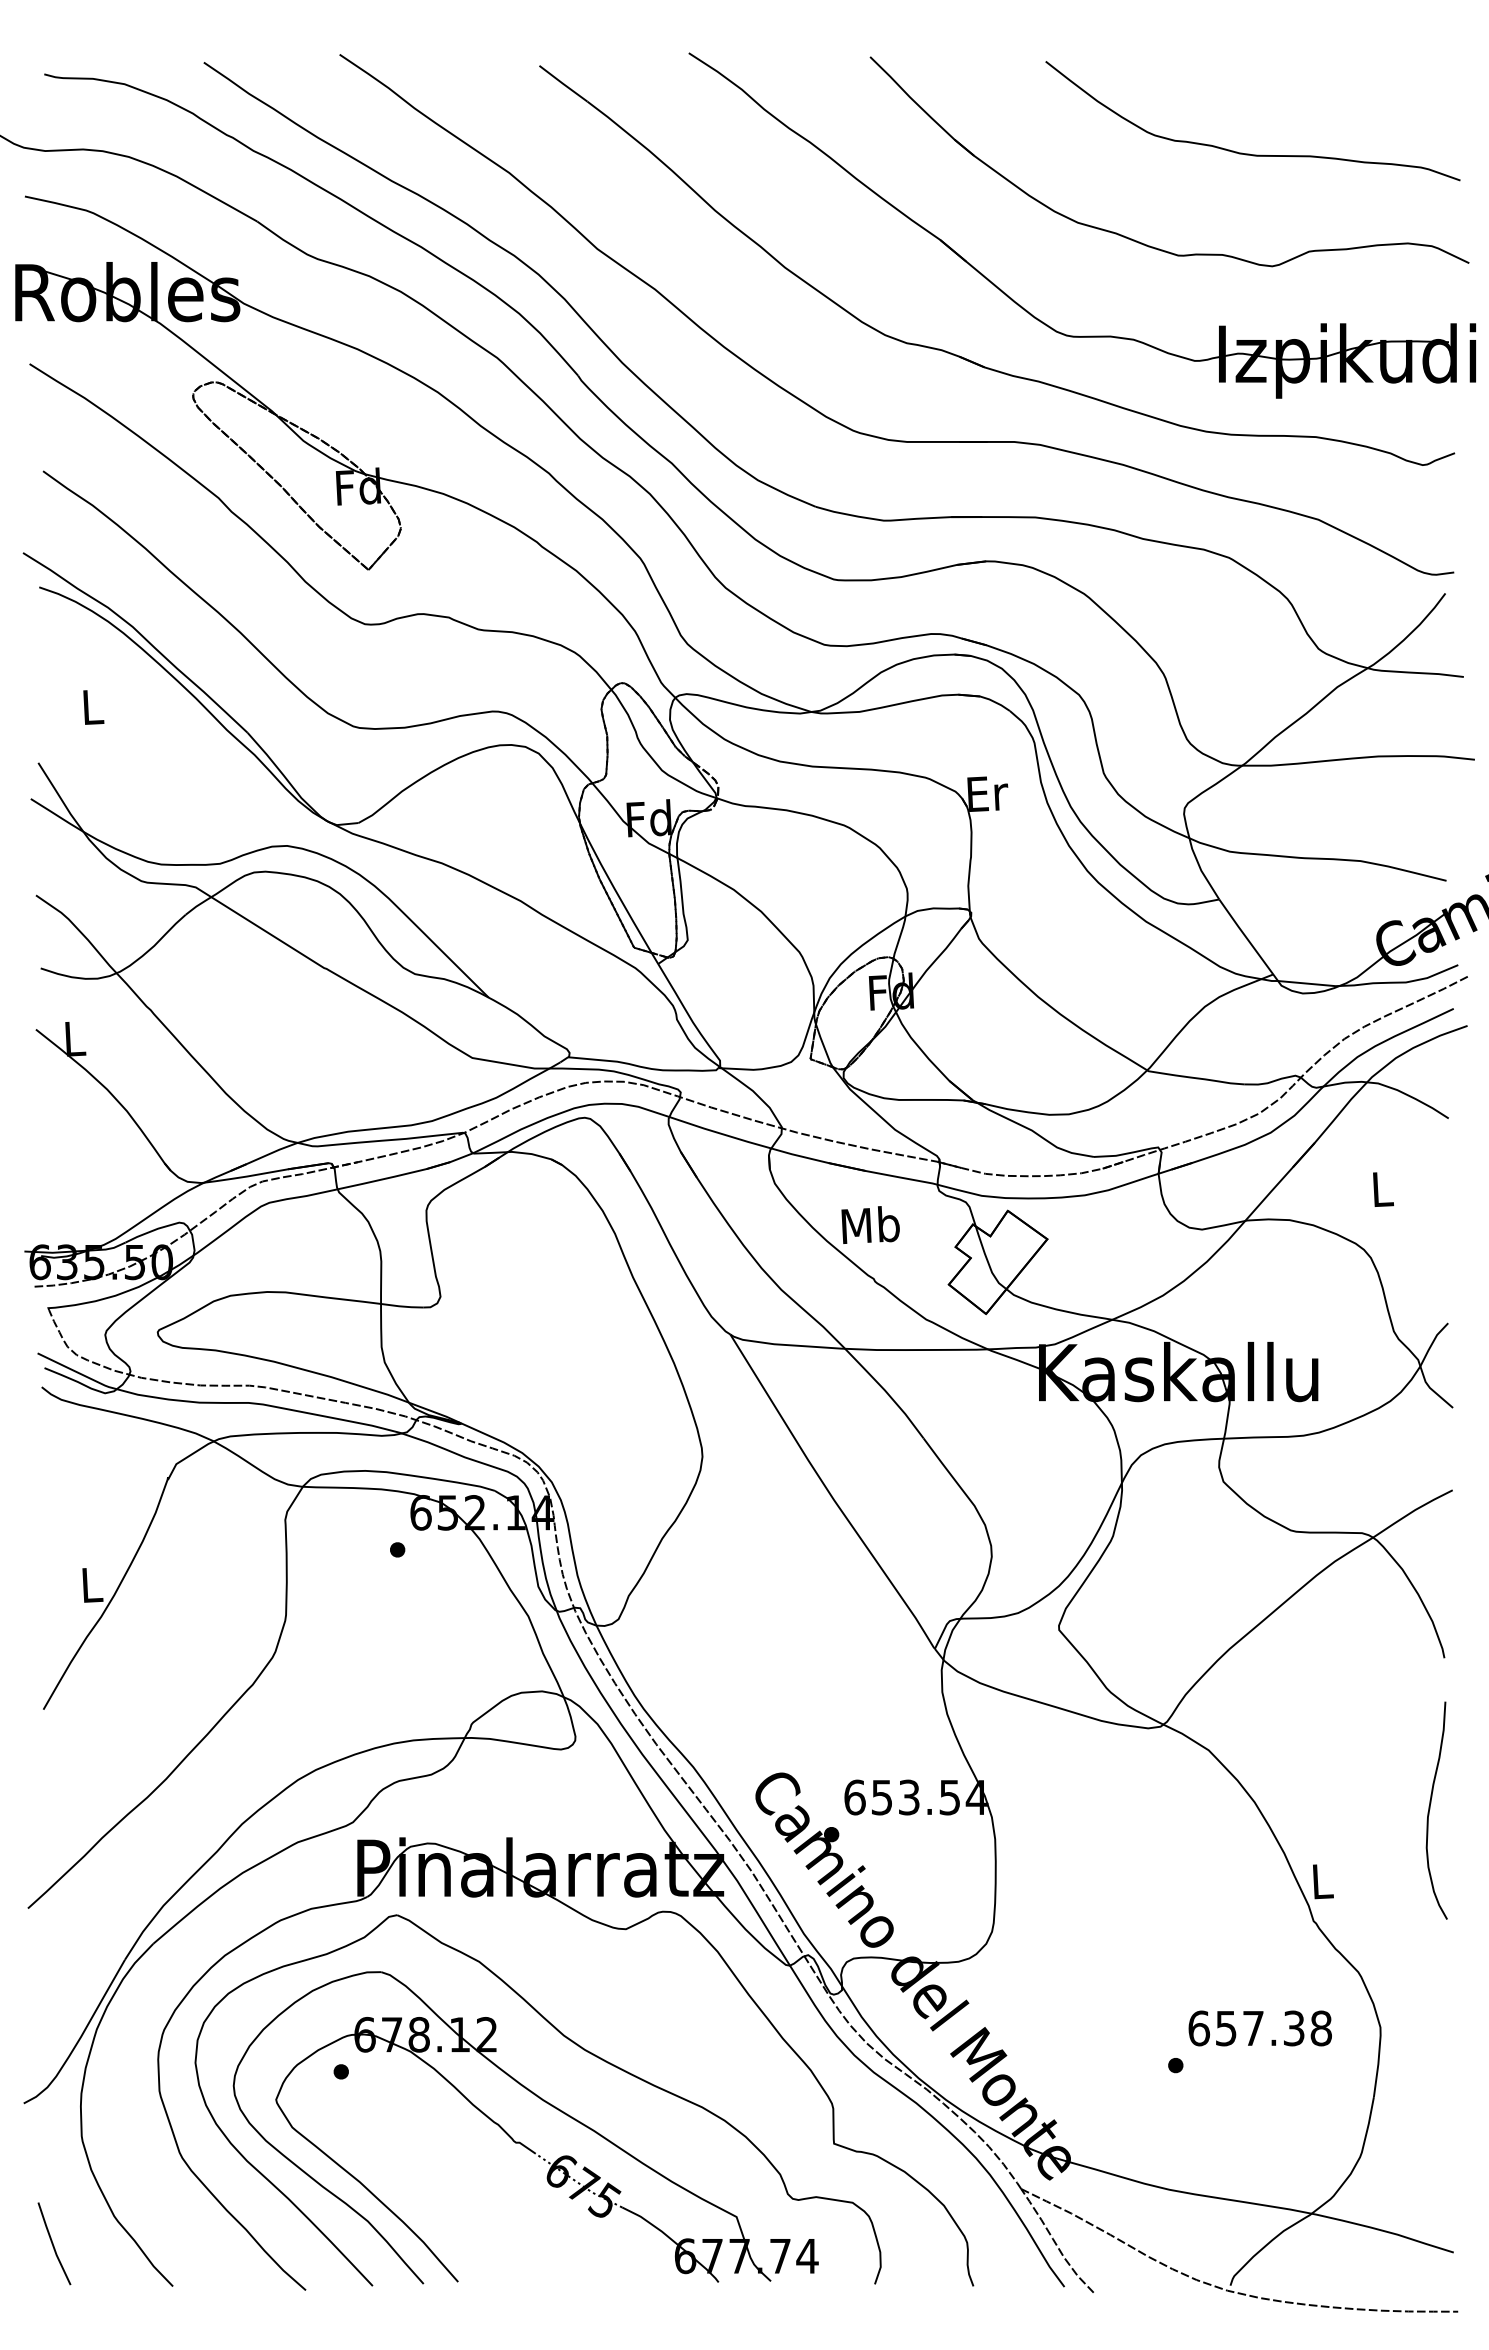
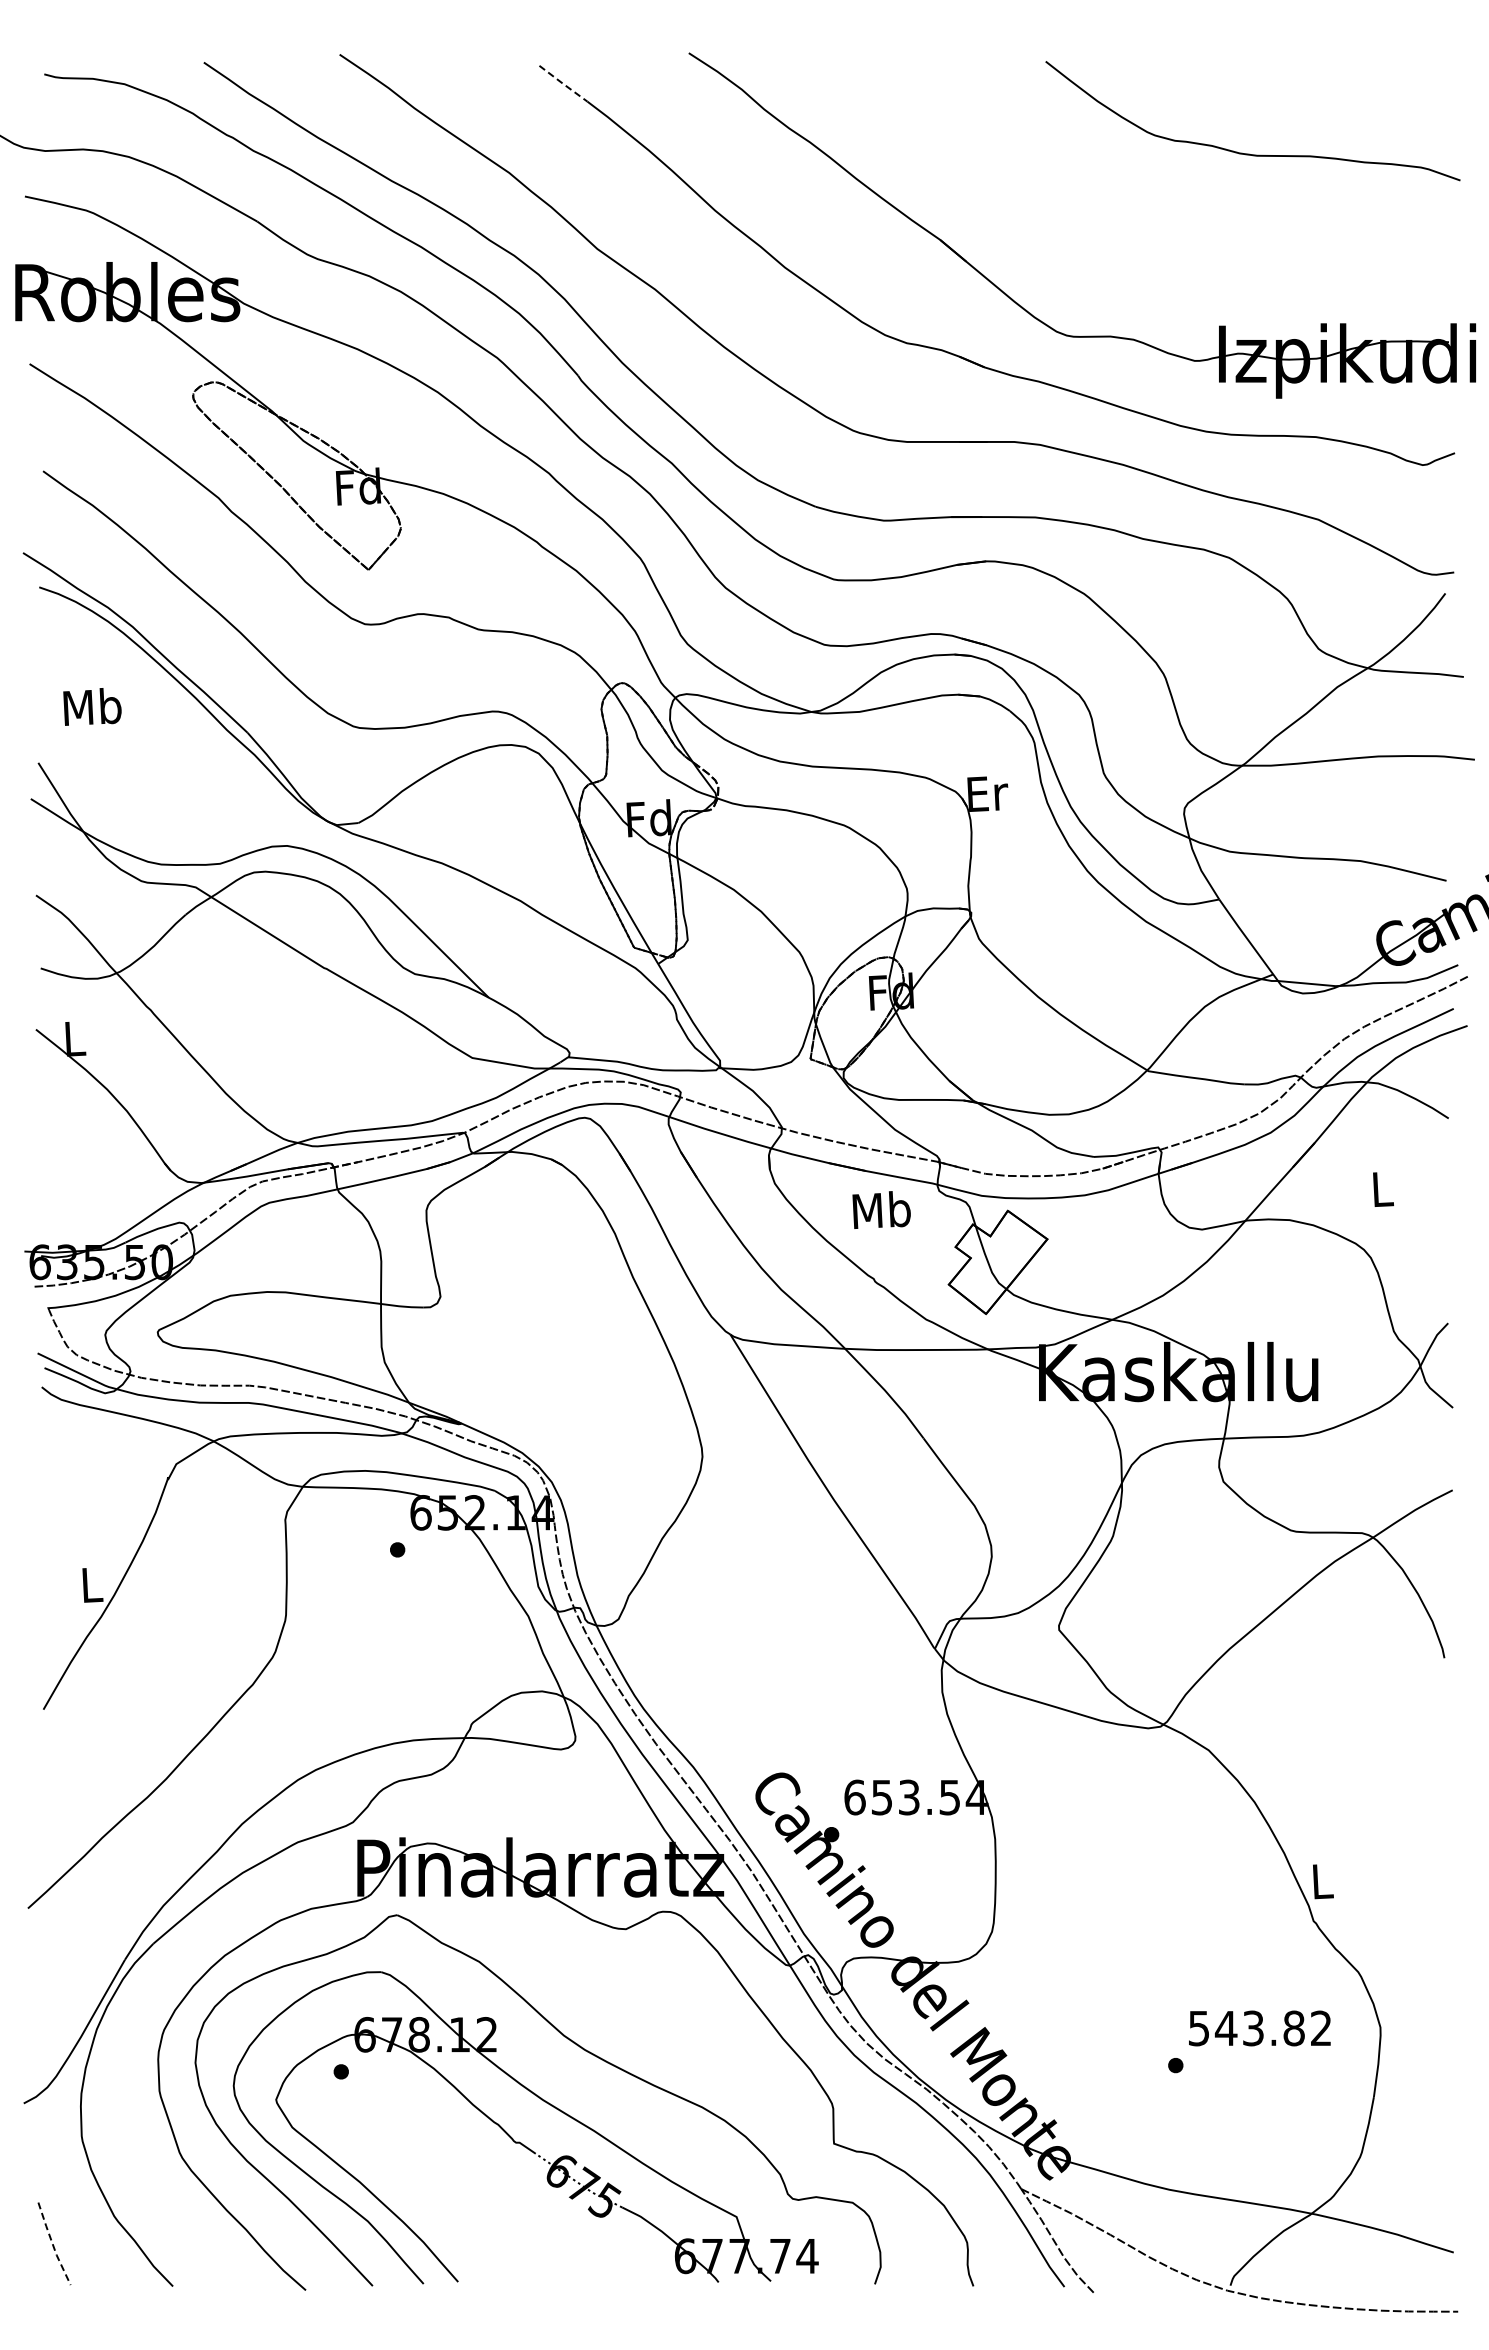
line at (562, 83): solid -> dashed
part at (1137, 240): present -> none
text at (92, 706): L -> Mb
text at (870, 1224) position: (870, 1224) -> (881, 1209)
curve at (1430, 1809): present -> none
text at (1259, 2028): 657.38 -> 543.82
line at (52, 2244): solid -> dashed
